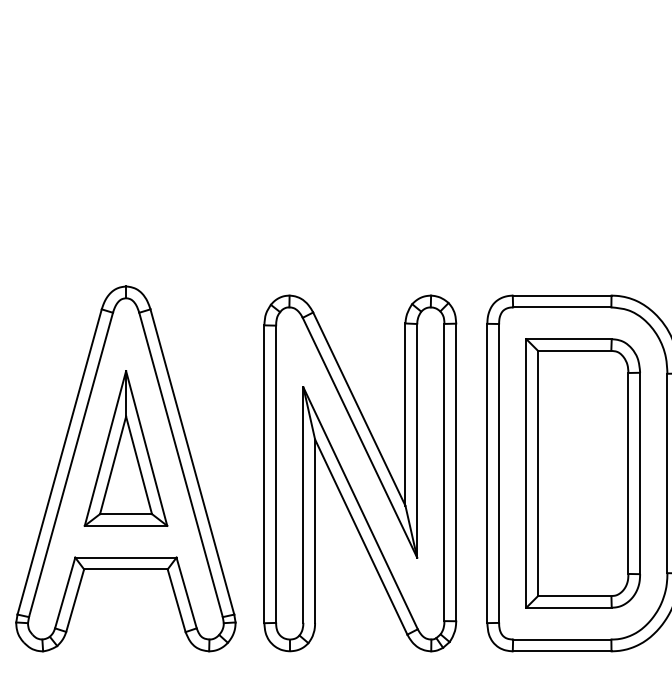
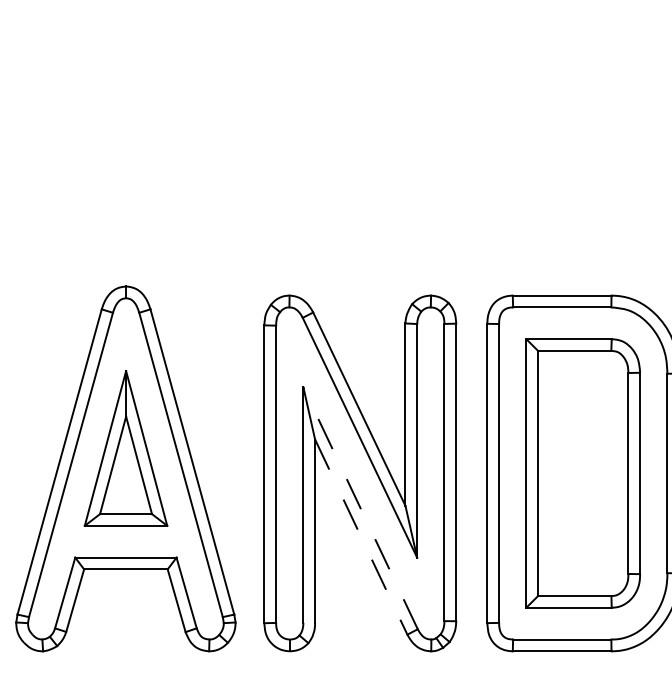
line at (360, 508): solid -> dashed
line at (361, 537): solid -> dashed
